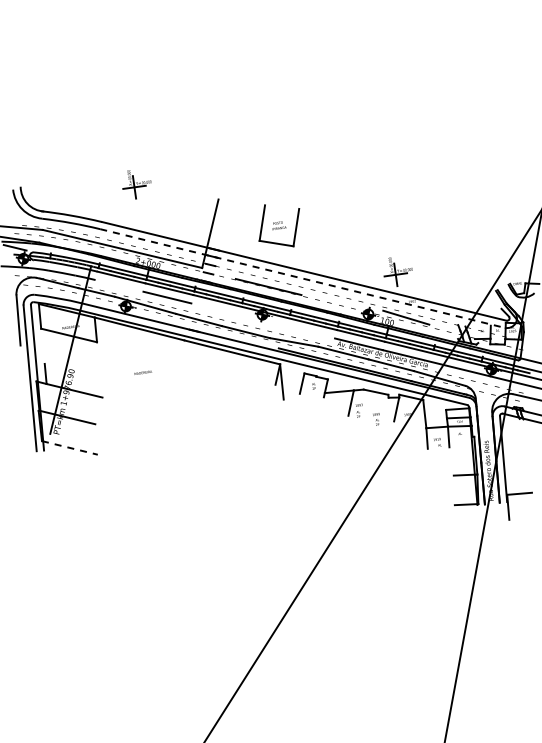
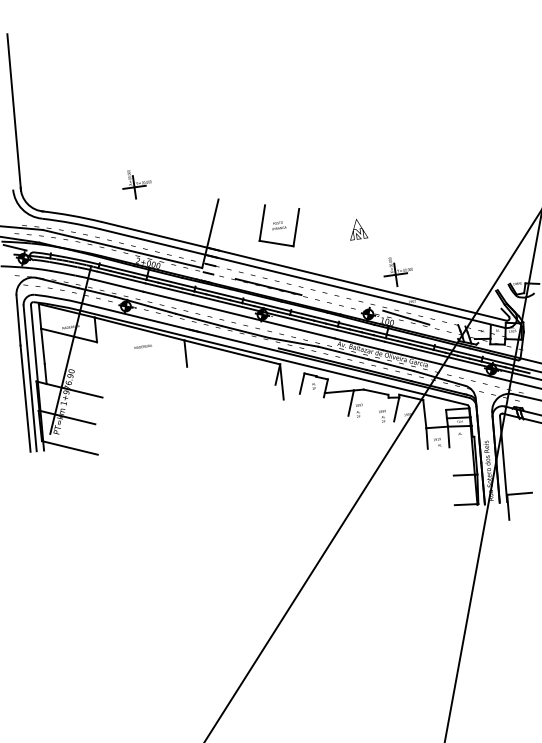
line at (14, 112): none -> present
part at (359, 229): none -> present
line at (303, 278): dashed -> solid
line at (119, 285): none -> present
line at (263, 320): none -> present
line at (42, 345): none -> present
line at (185, 353): none -> present
text at (142, 372) position: (142, 372) -> (142, 346)
line at (25, 398): none -> present
text at (376, 419) position: (376, 419) -> (382, 416)
line at (69, 447): dashed -> solid
